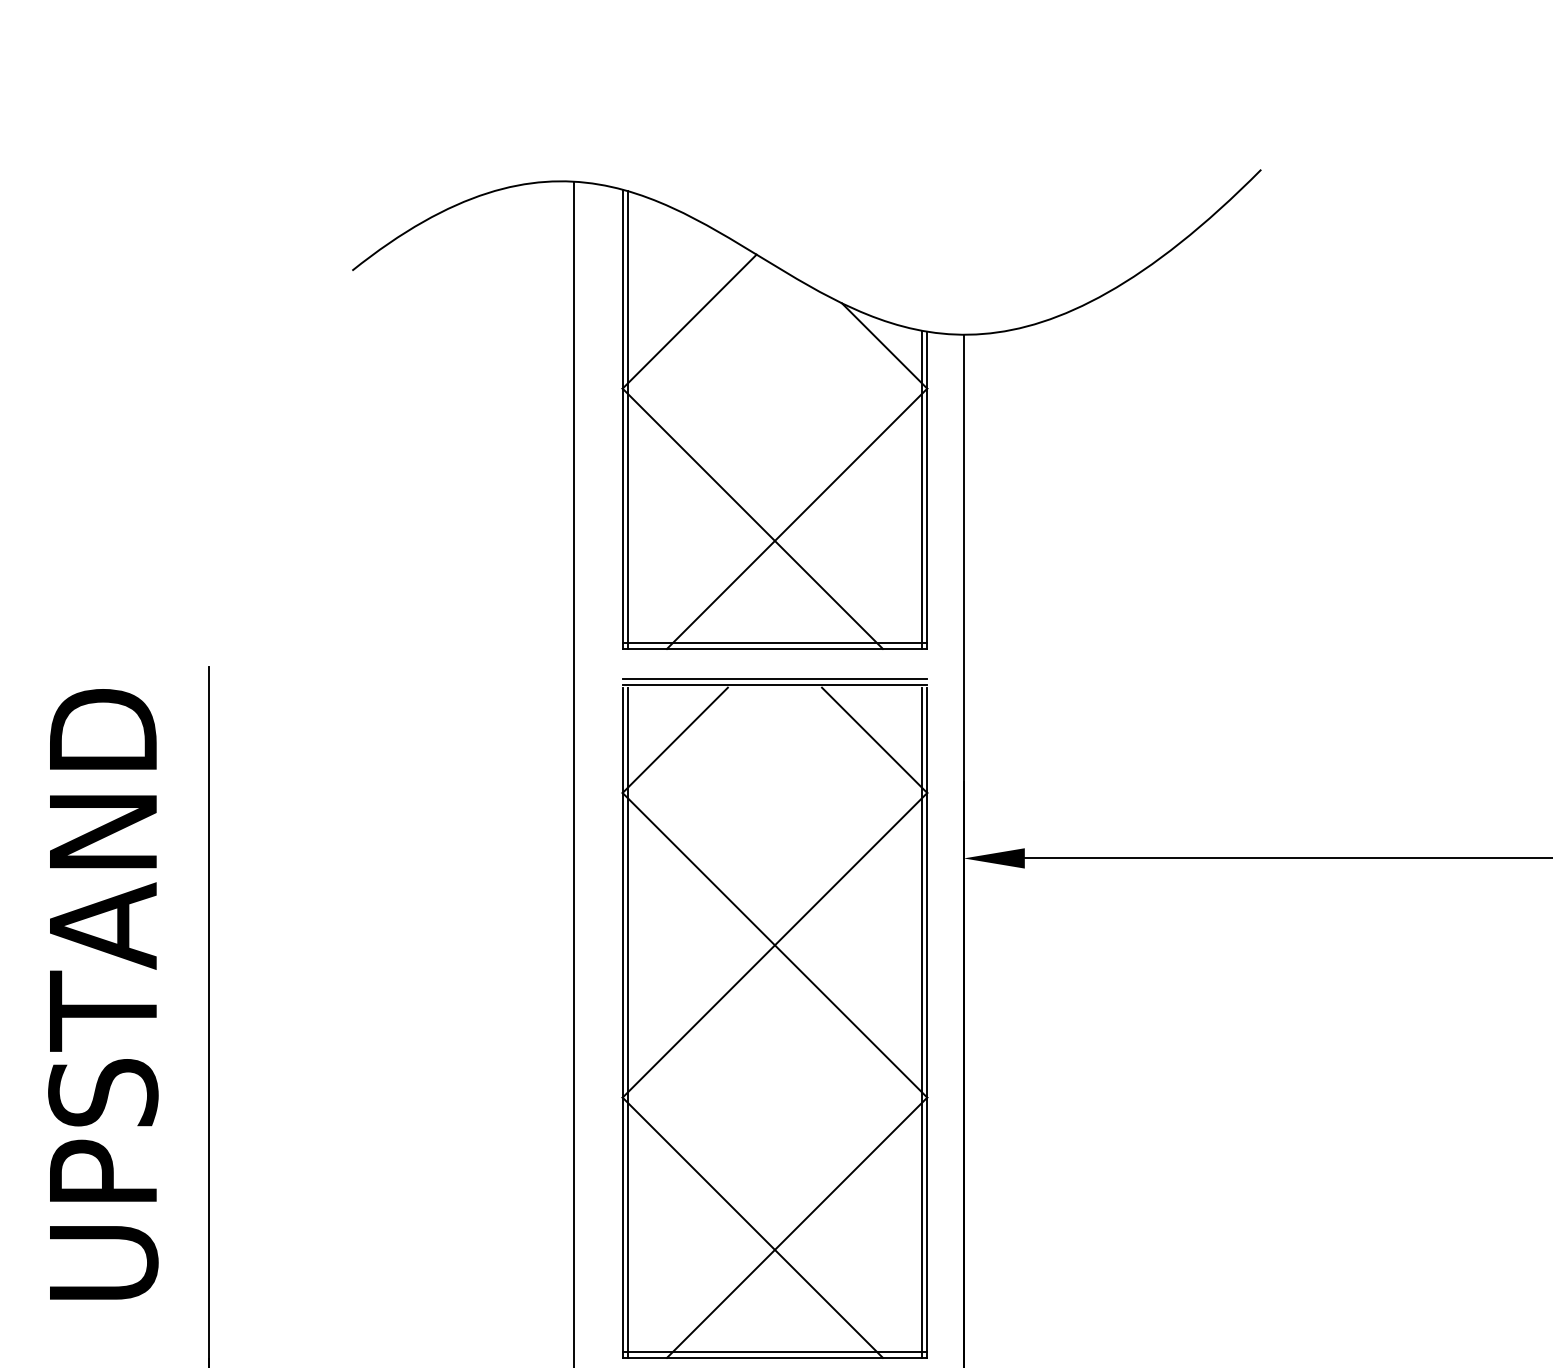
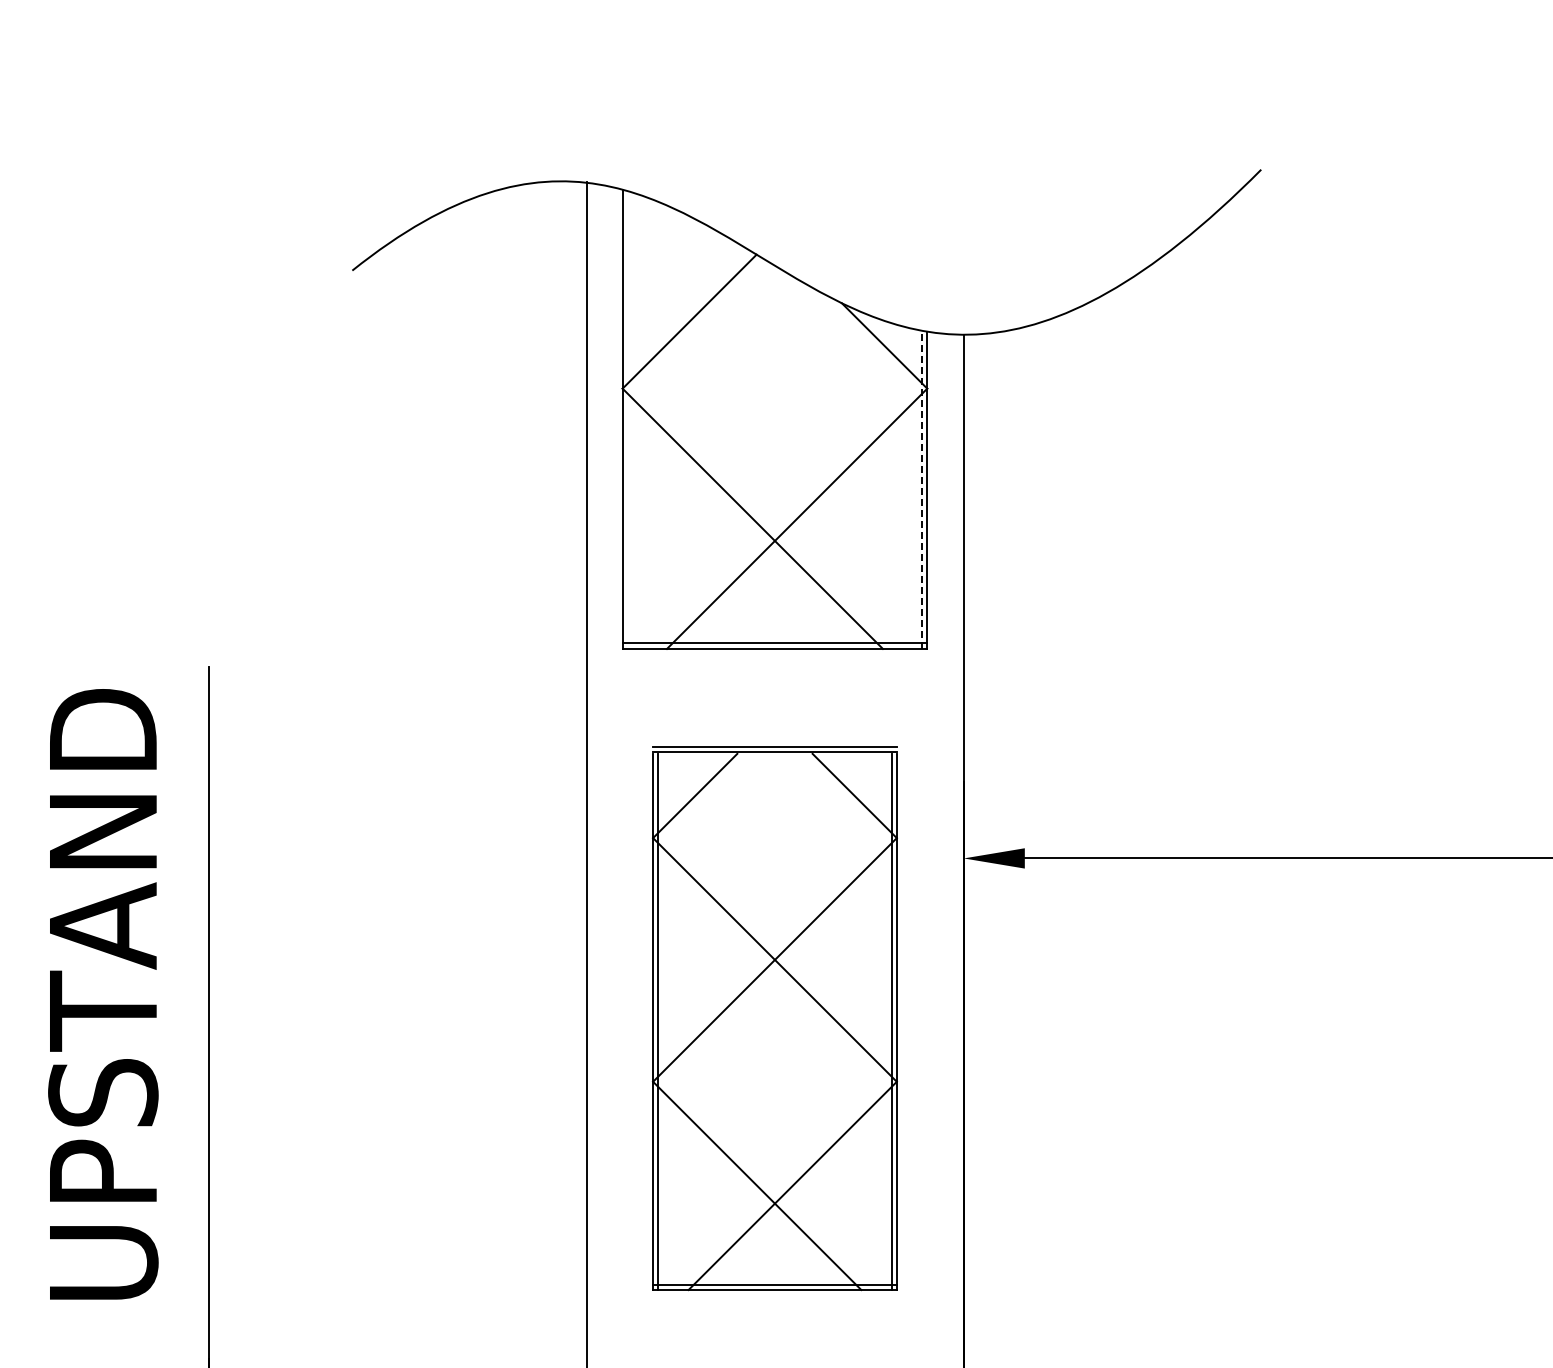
line at (628, 419): present -> none
line at (921, 489): solid -> dashed
line at (573, 772) position: (573, 772) -> (586, 772)
part at (774, 1018) size: 308x681 px -> 246x546 px
